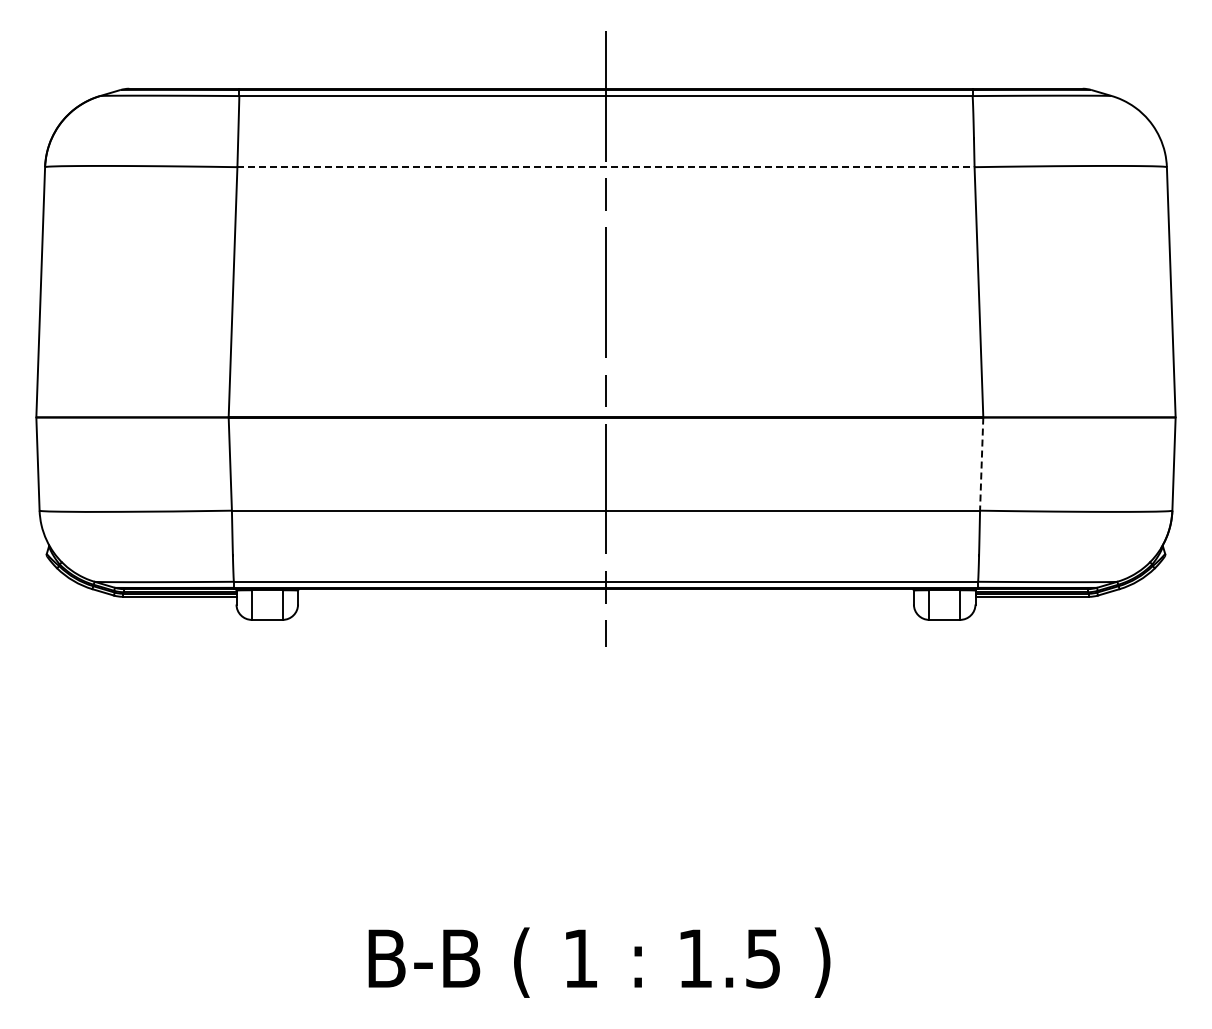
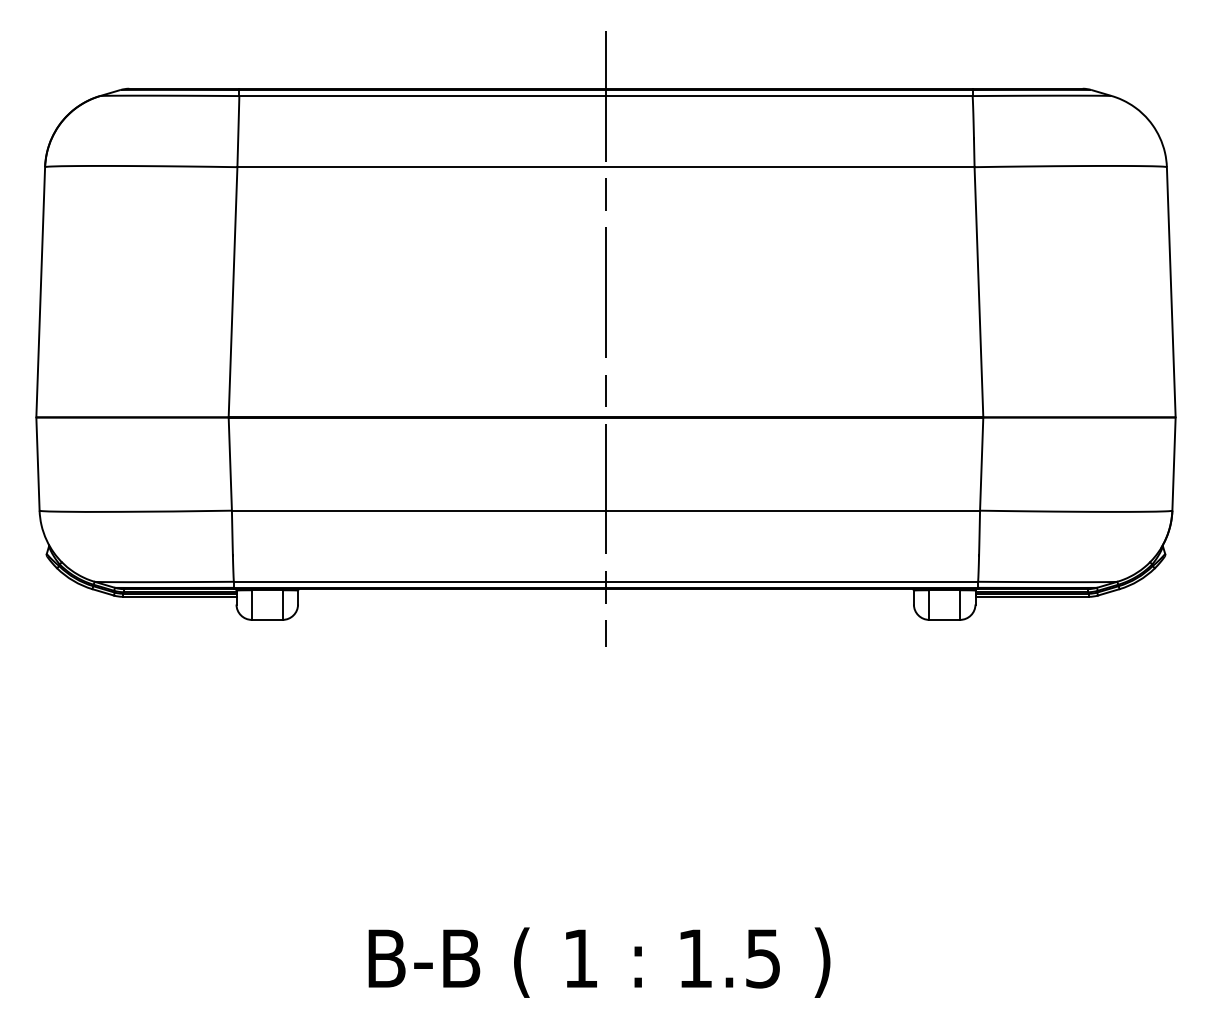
line at (606, 167): dashed -> solid
line at (981, 464): dashed -> solid
